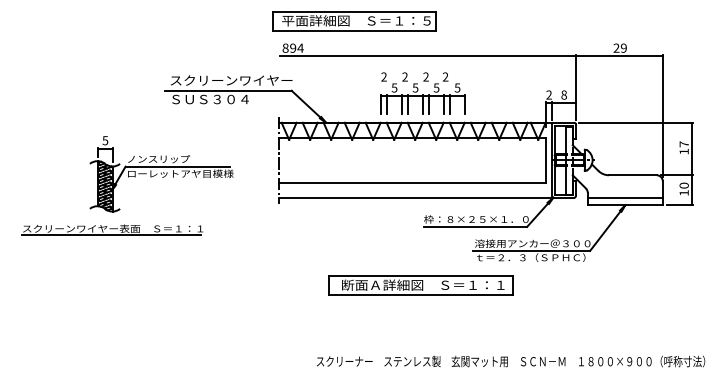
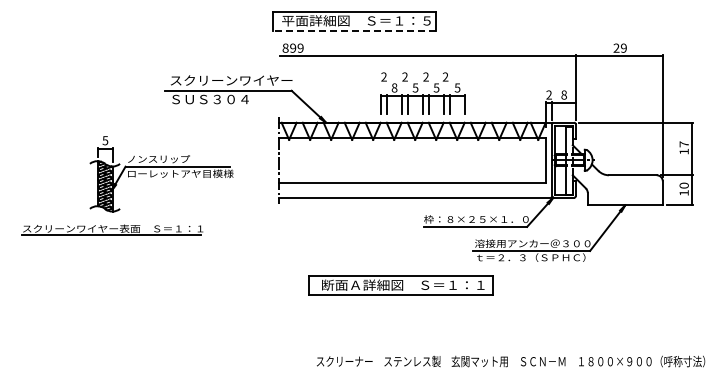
line at (354, 31): solid -> dashed
text at (300, 47): 894 -> 899
text at (394, 87): 5 -> 8
line at (624, 198): present -> none
part at (420, 285) position: (420, 285) -> (400, 285)
